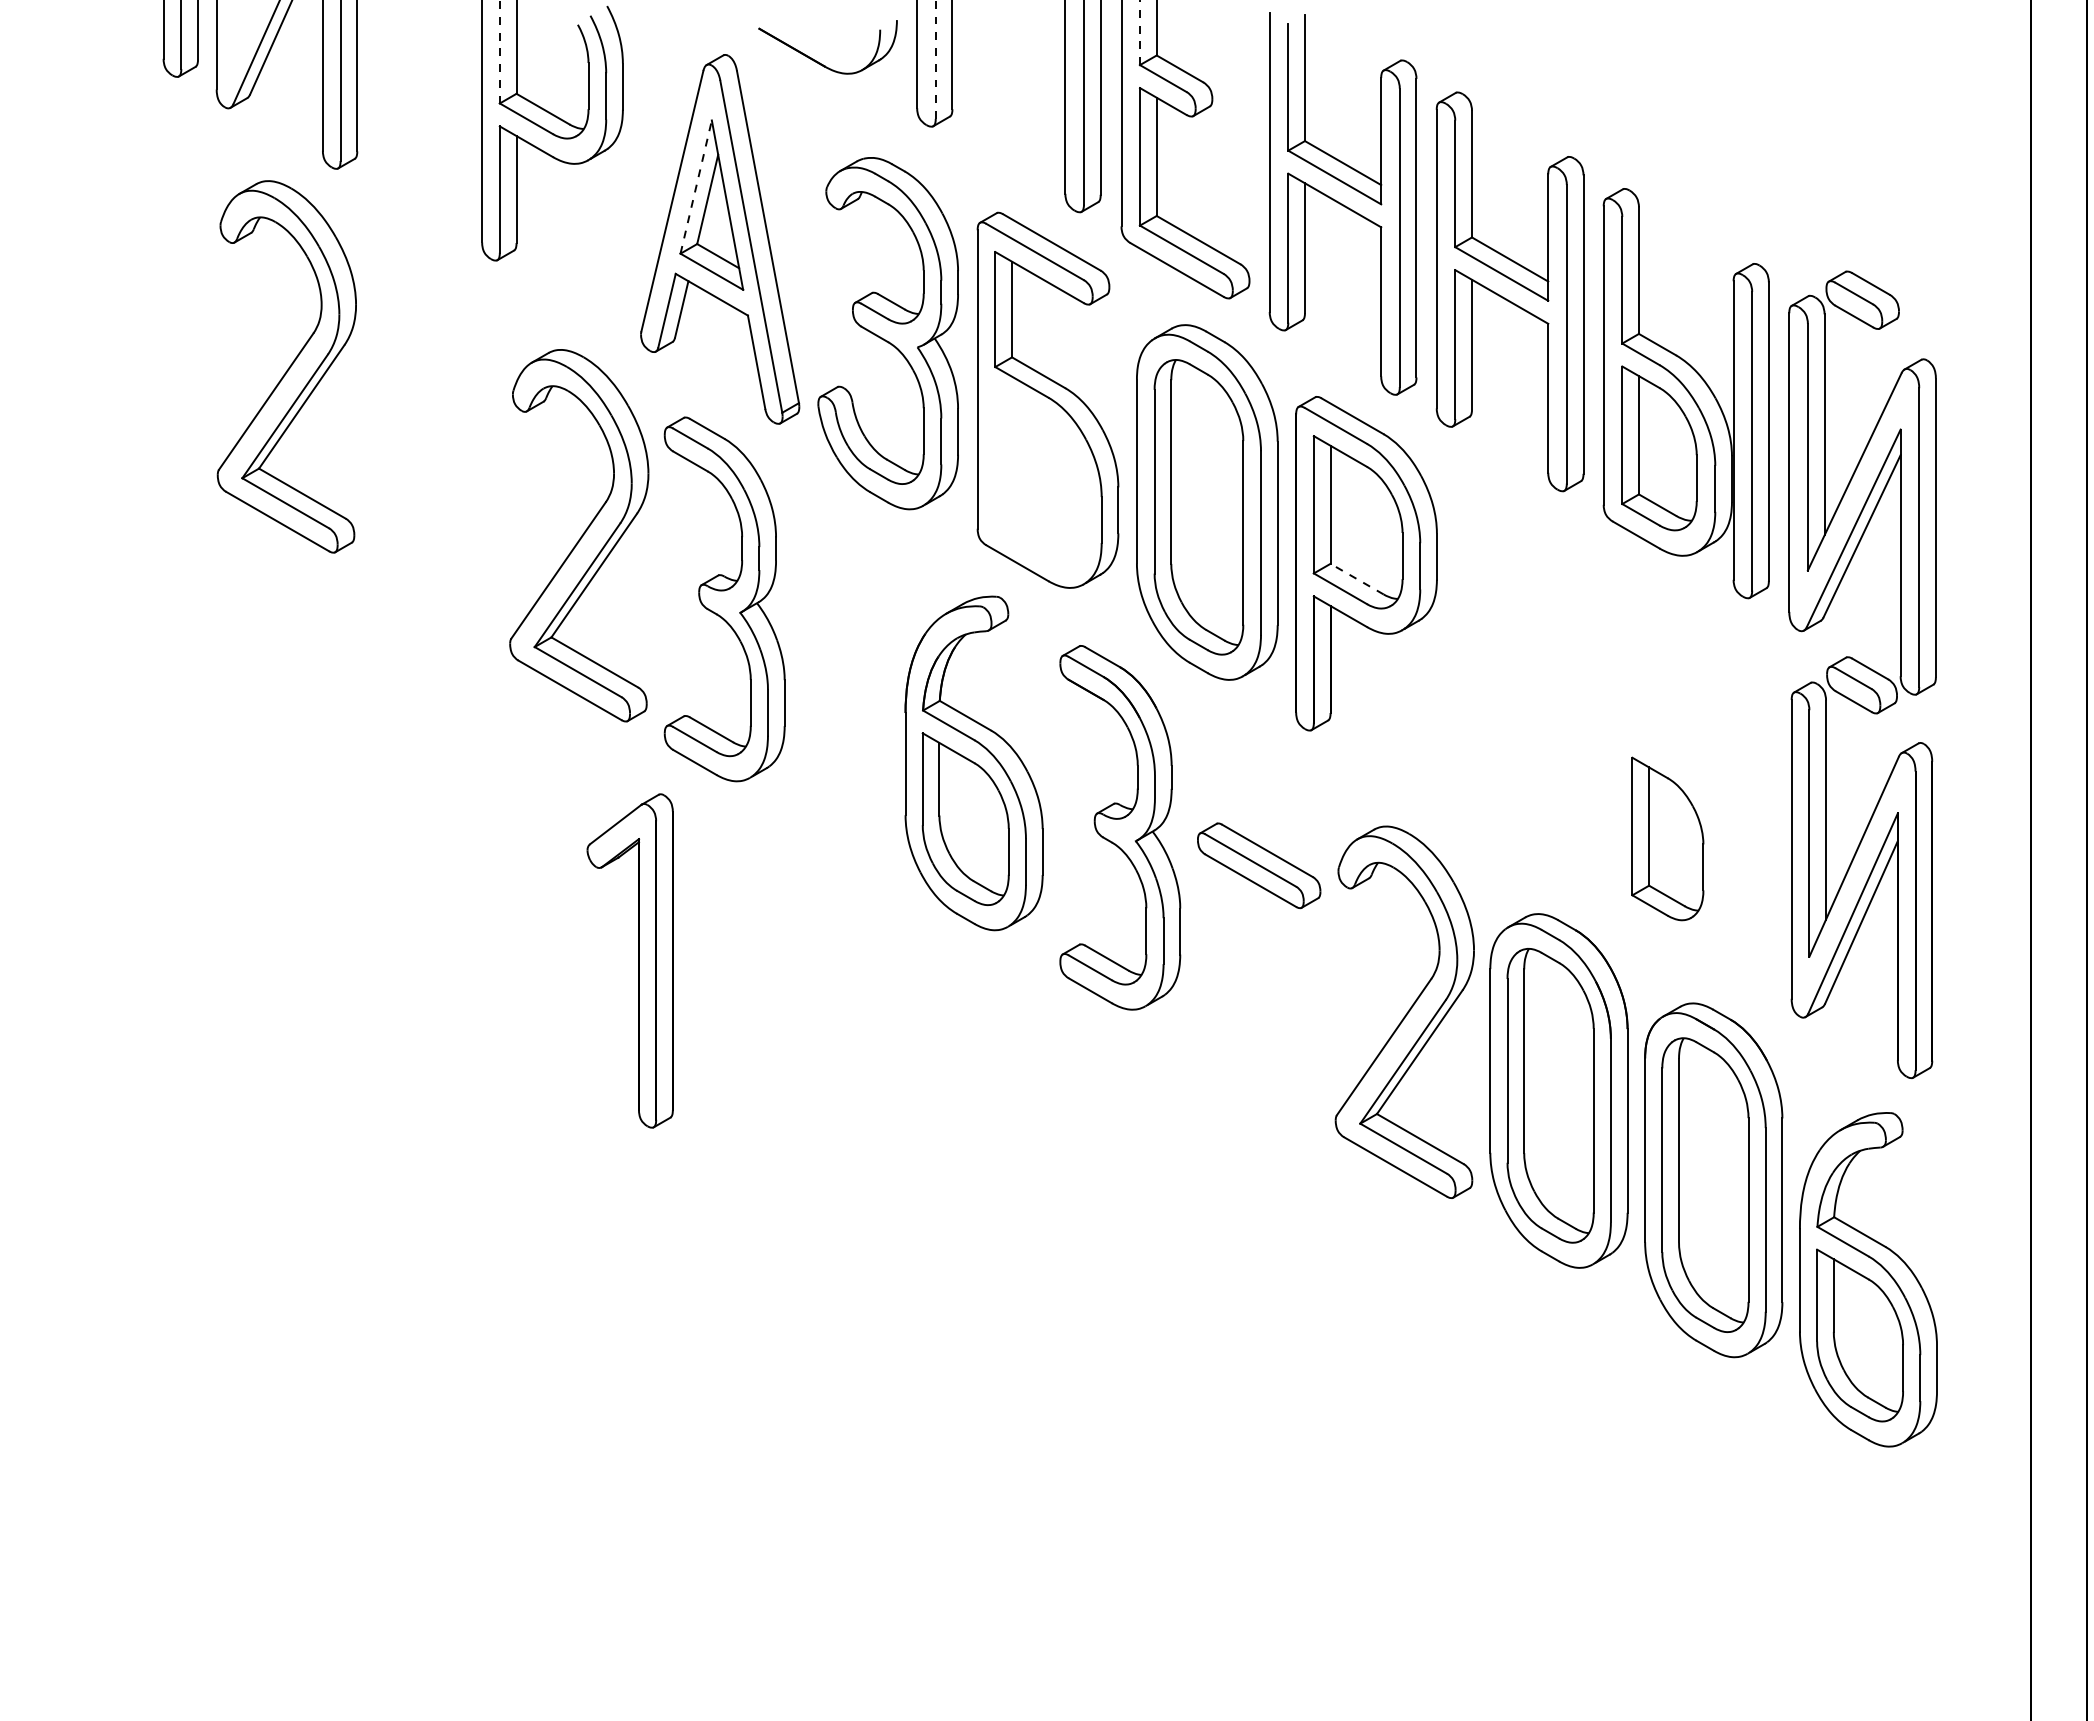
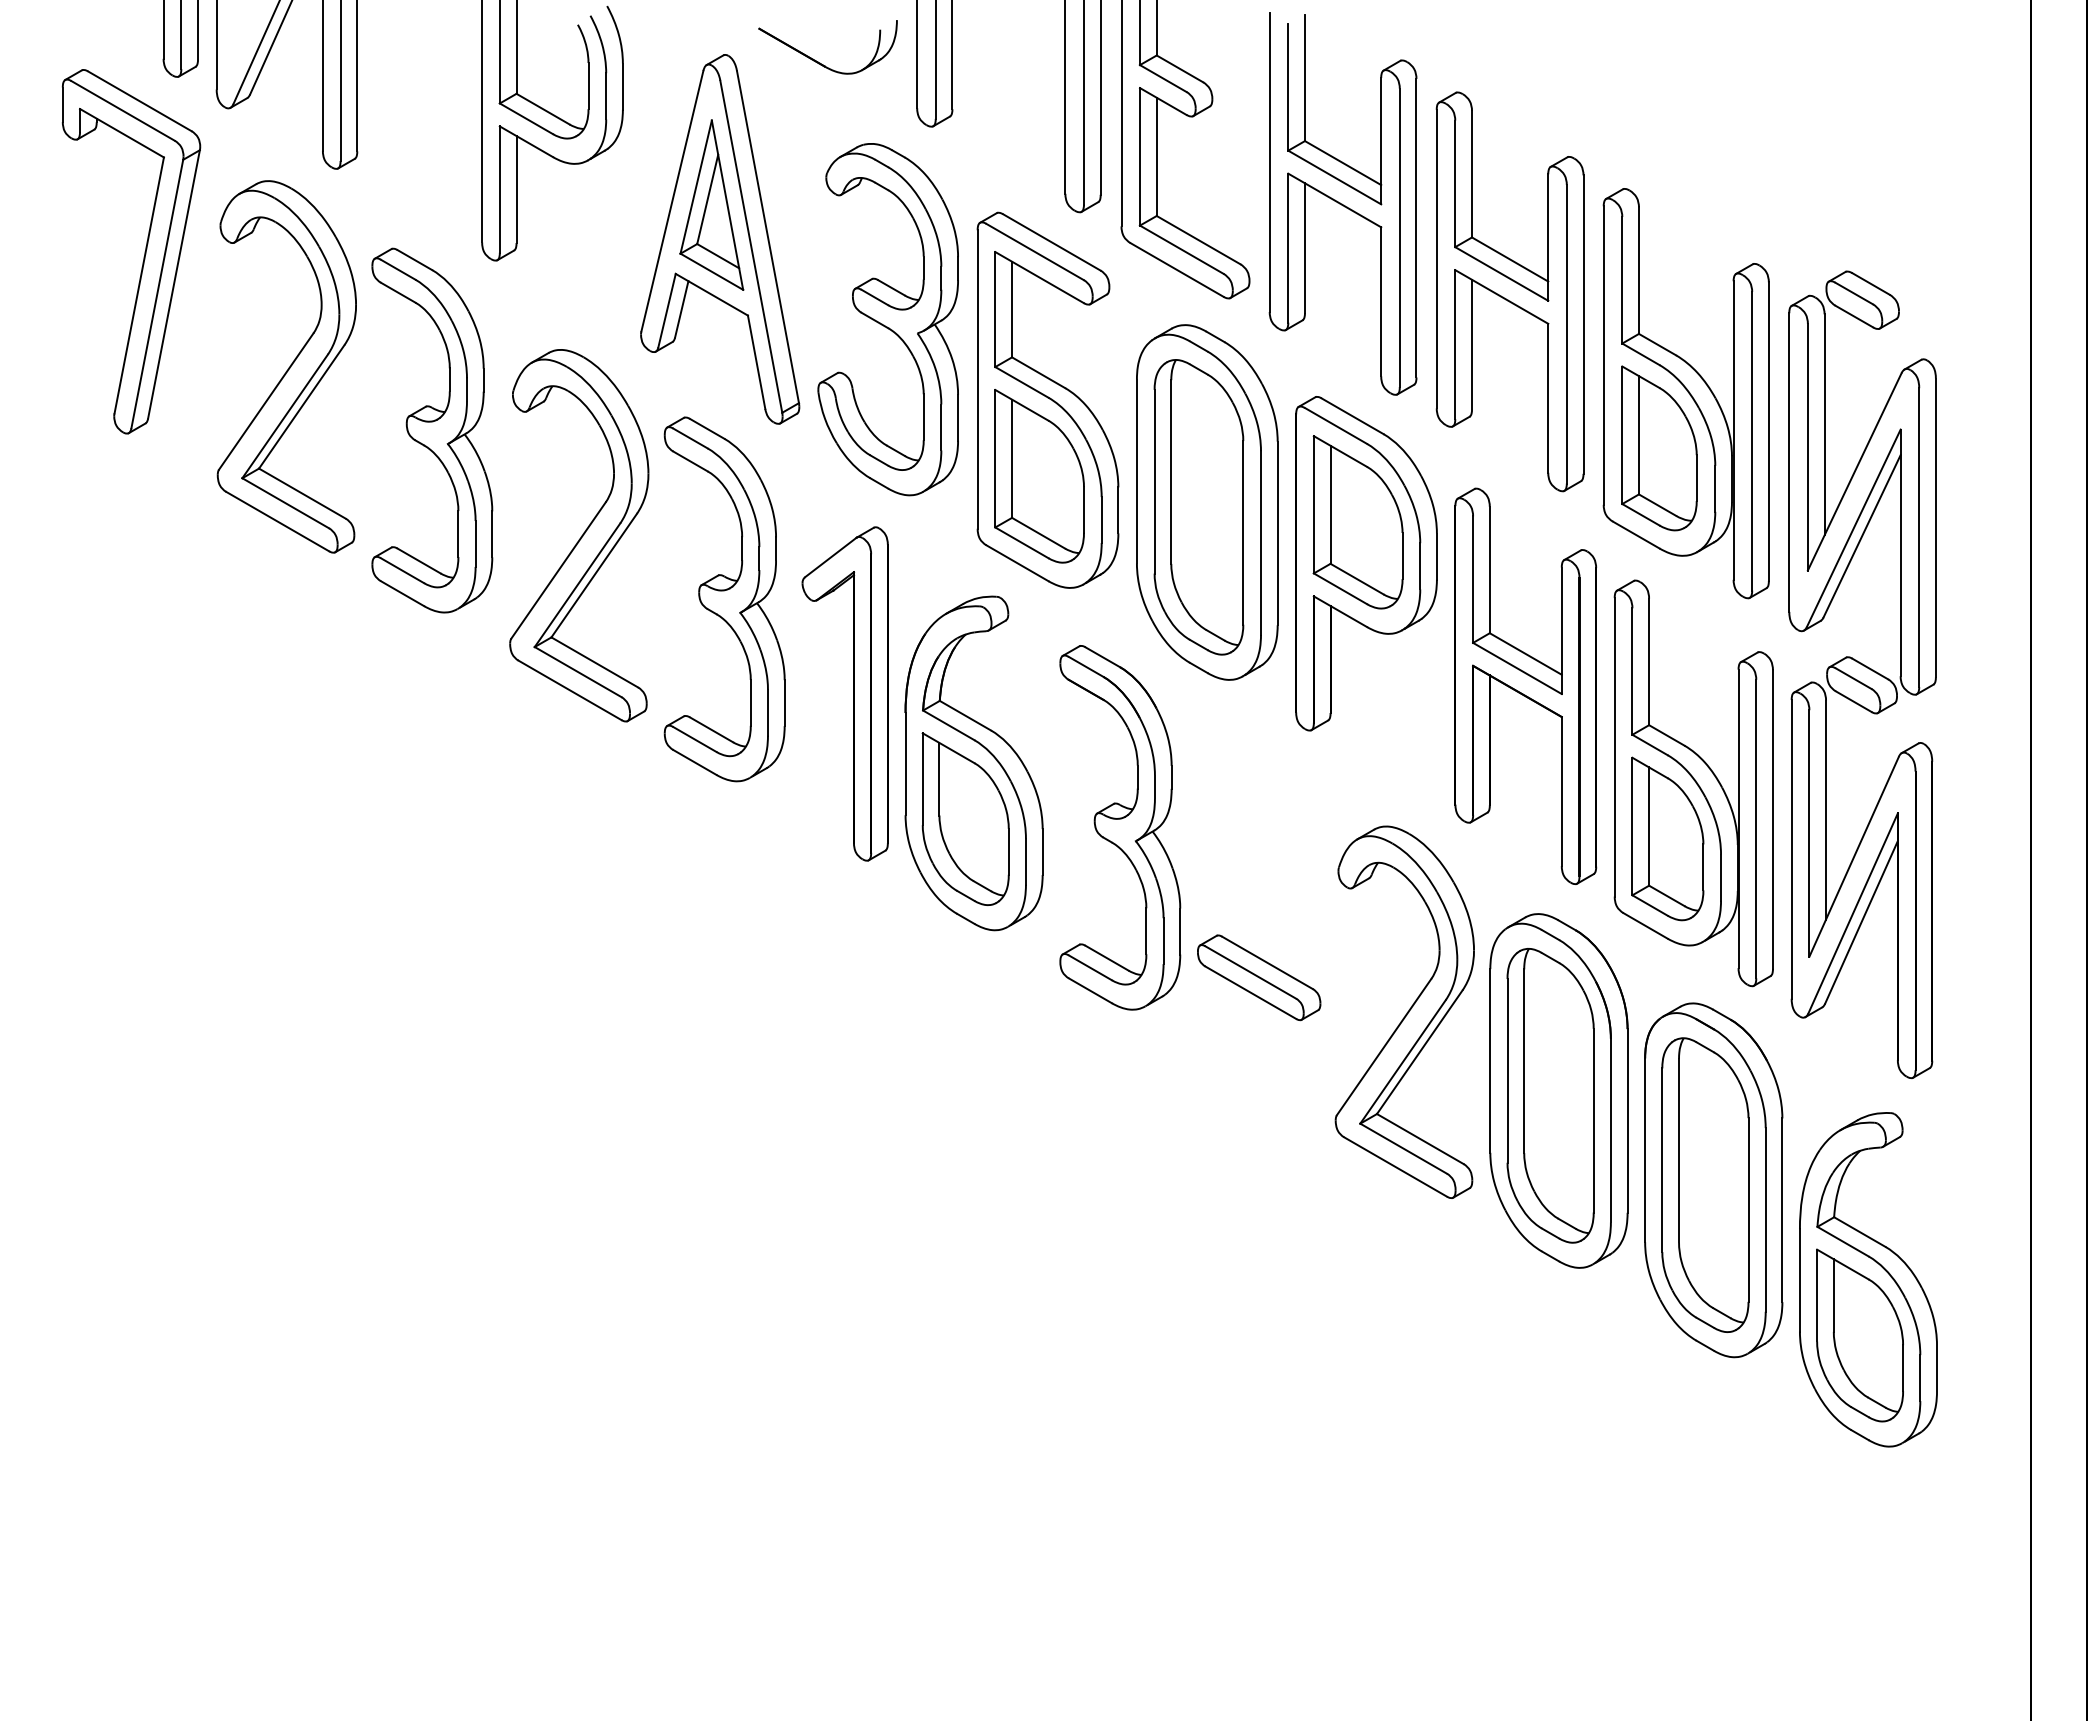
line at (1139, 32): dashed -> solid
line at (499, 51): dashed -> solid
line at (935, 59): dashed -> solid
line at (696, 186): dashed -> solid
part at (144, 251): none -> present
part at (887, 333) position: (887, 333) -> (887, 319)
part at (432, 430): none -> present
part at (1039, 476): none -> present
line at (1357, 579): dashed -> solid
part at (1525, 685): none -> present
part at (1693, 783): none -> present
part at (1259, 865) position: (1259, 865) -> (1259, 977)
part at (638, 960) position: (638, 960) -> (853, 693)
